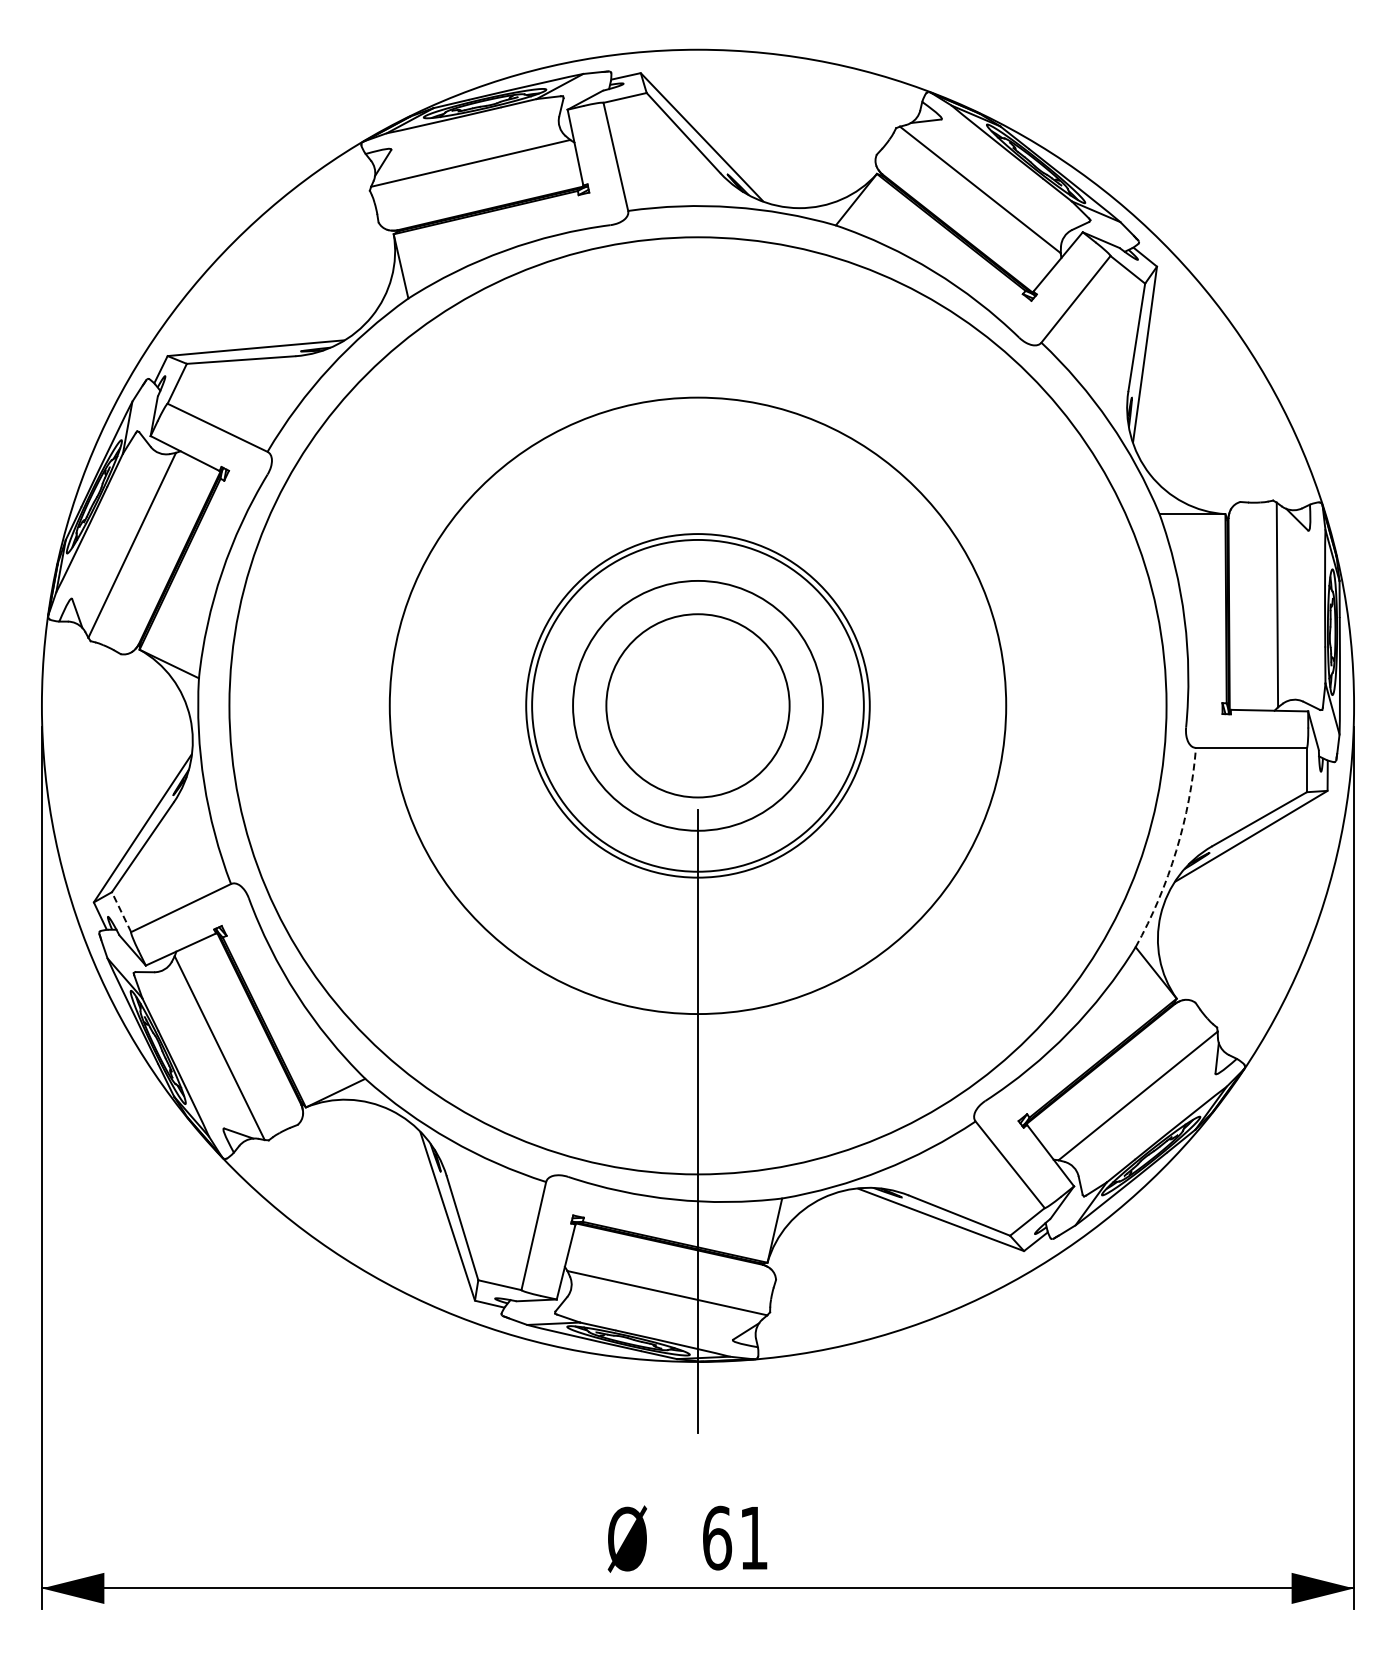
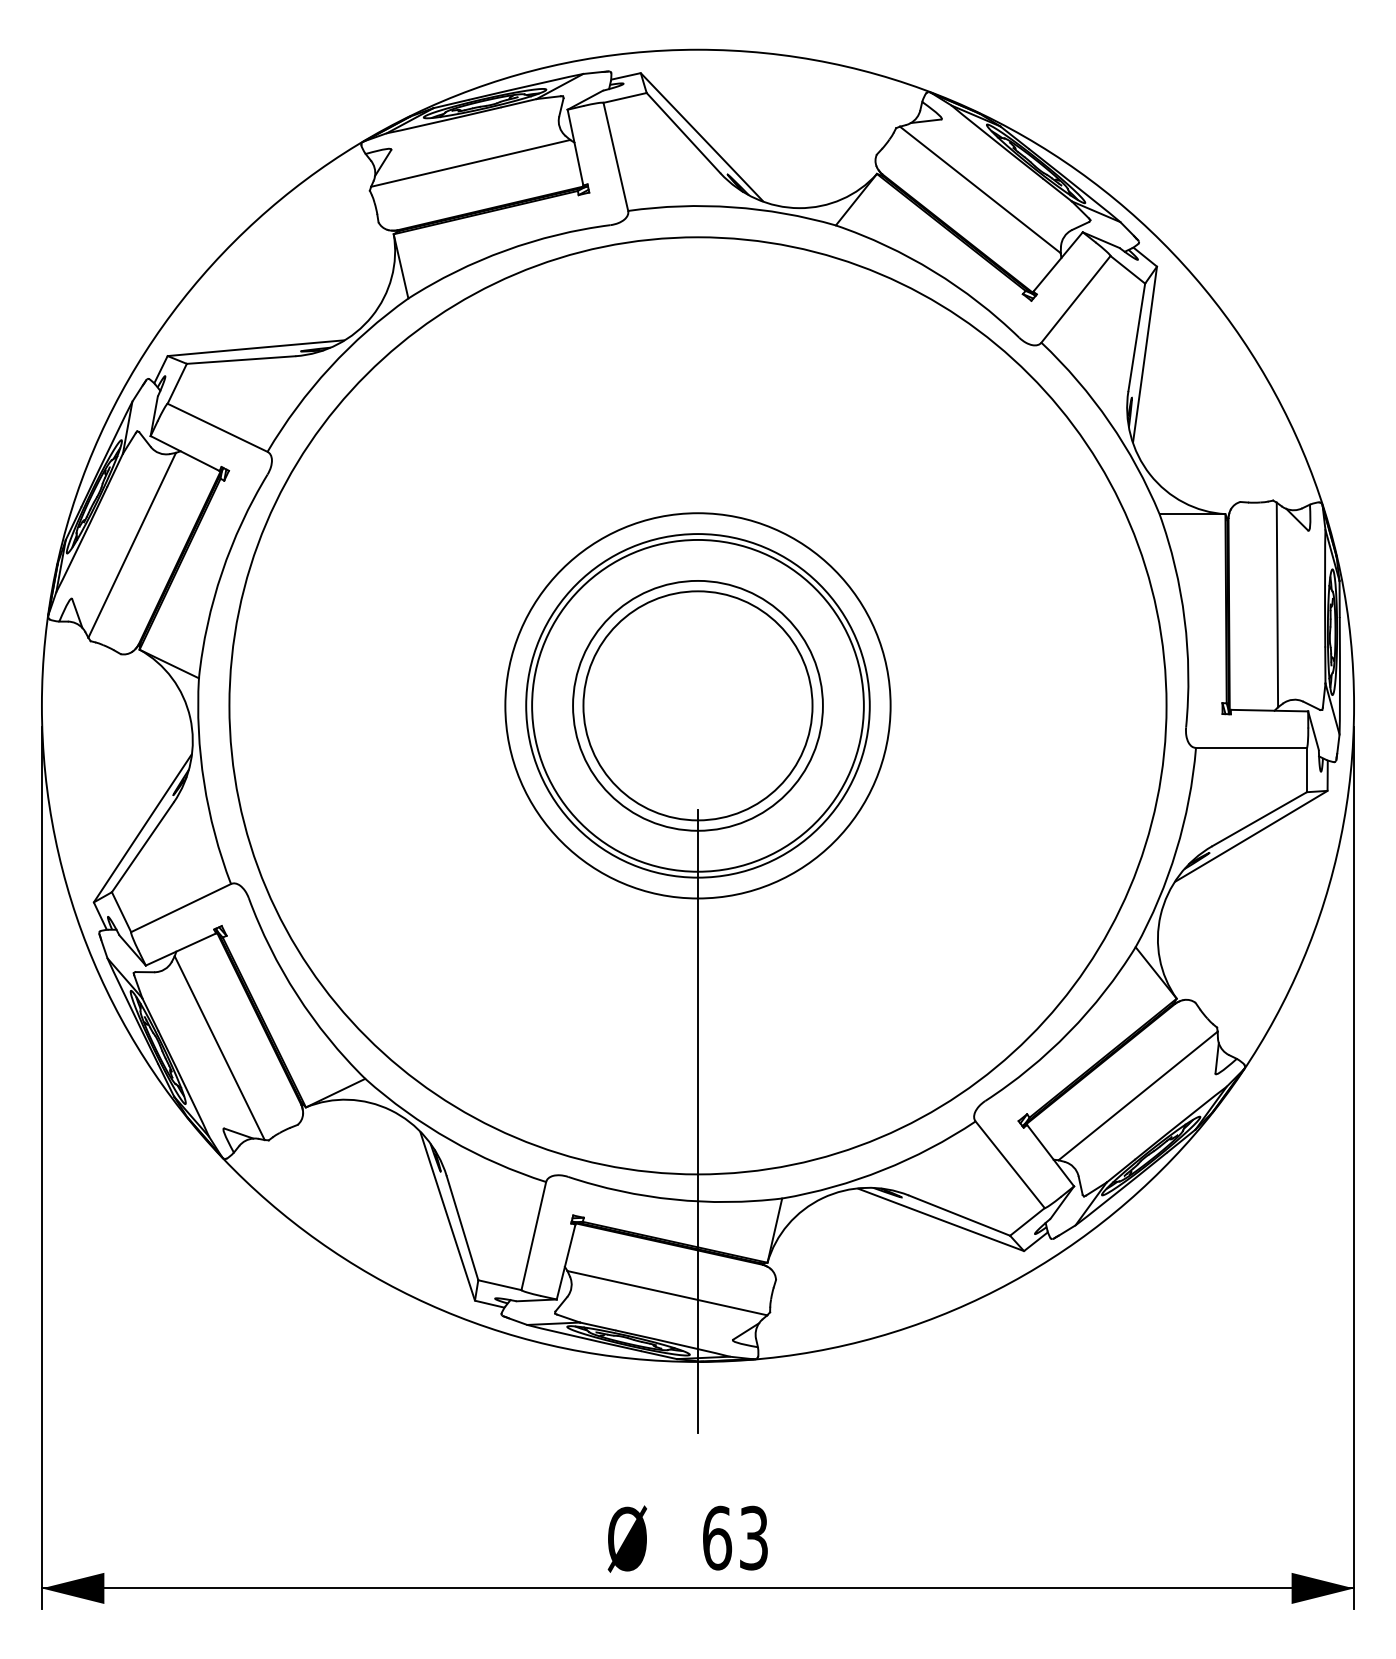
circle at (697, 705) diameter: 183 px -> 229 px
circle at (697, 705) diameter: 616 px -> 385 px
arc at (1176, 850): dashed -> solid
line at (121, 911): dashed -> solid
text at (753, 1537): 61 -> 63
